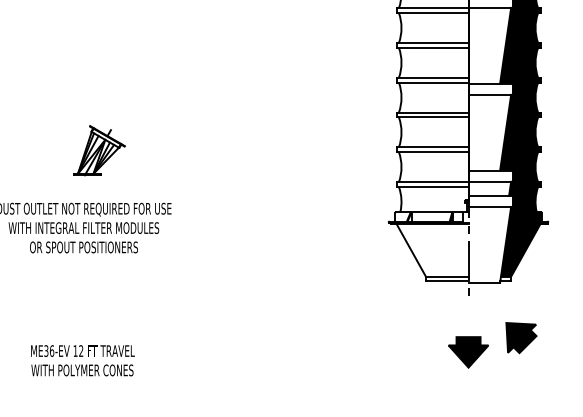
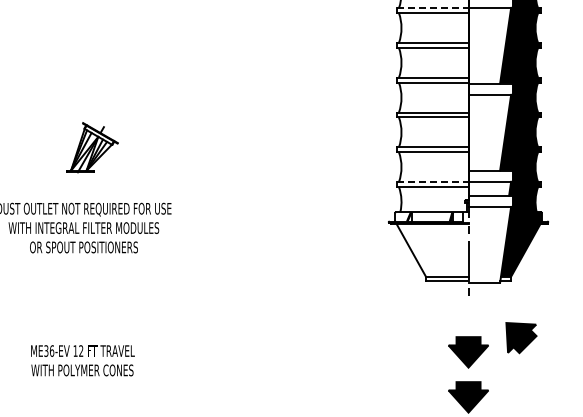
line at (433, 8): solid -> dashed
part at (99, 150) position: (99, 150) -> (92, 147)
line at (433, 182): solid -> dashed
part at (468, 397): none -> present
